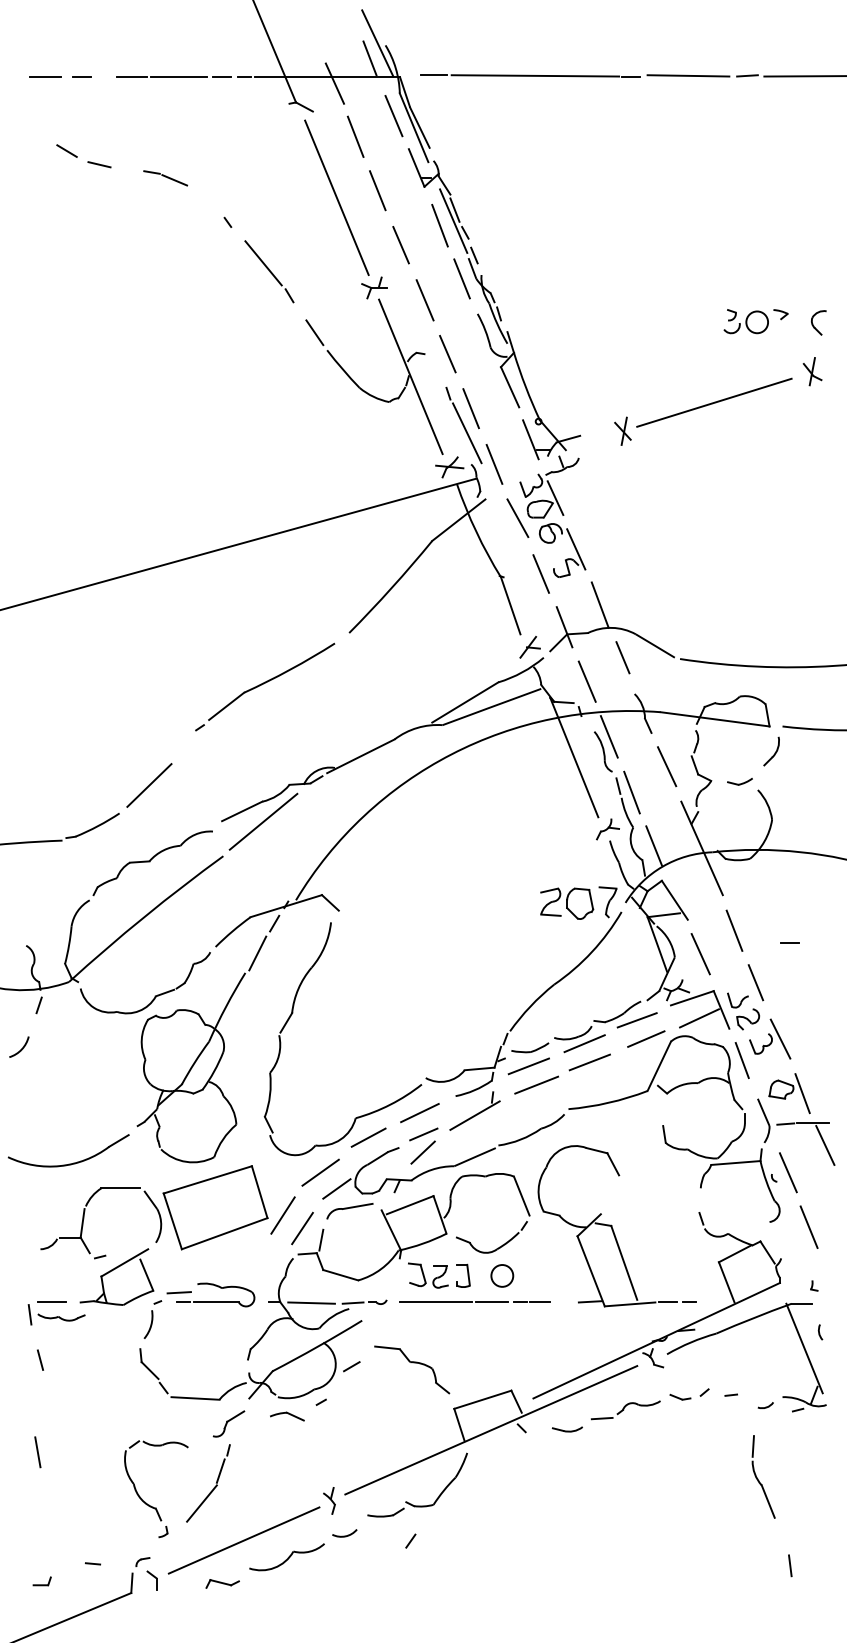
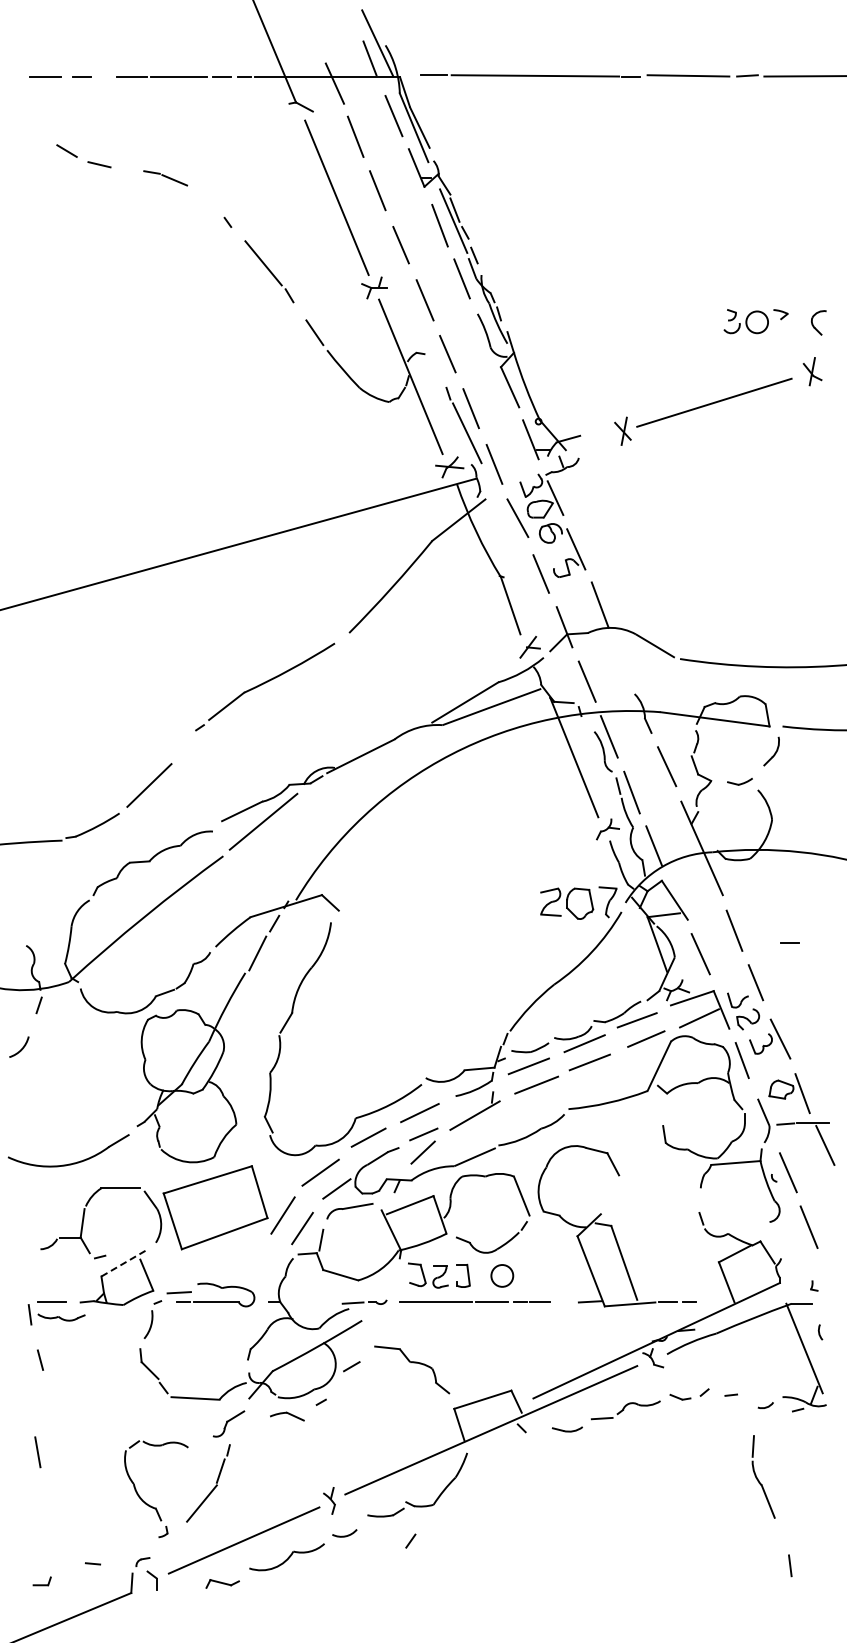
line at (622, 657): present -> none
line at (125, 1262): solid -> dashed
line at (311, 1302): present -> none
